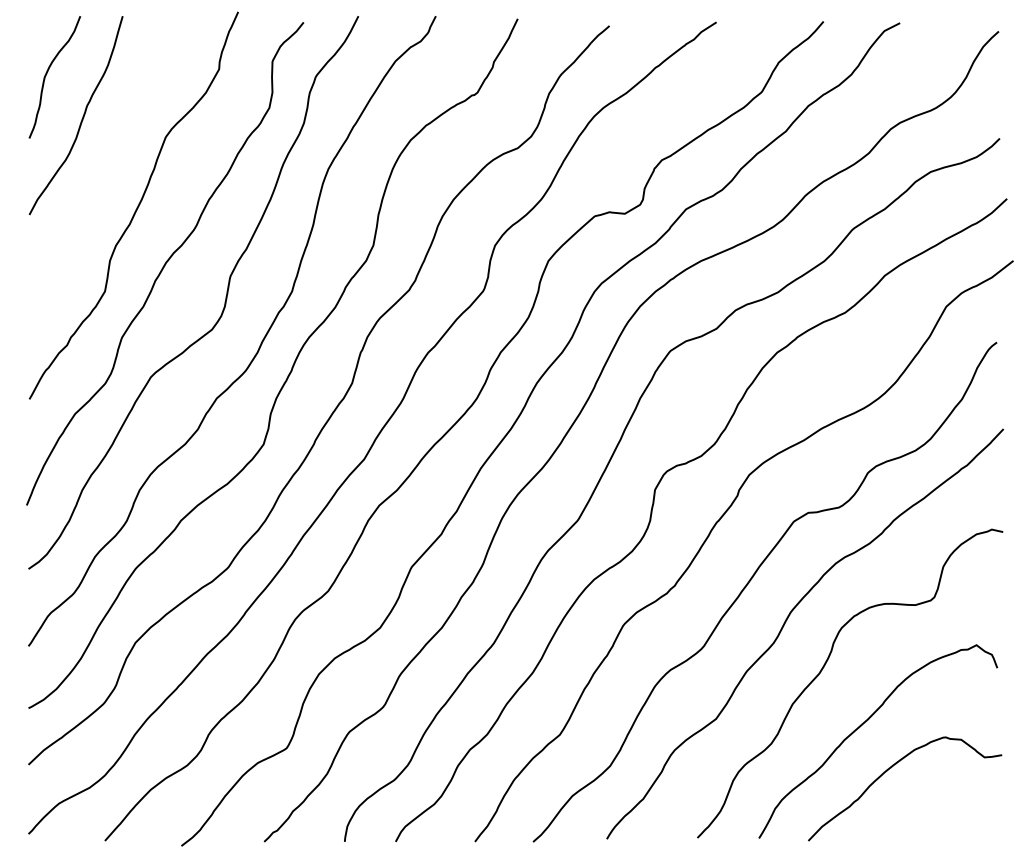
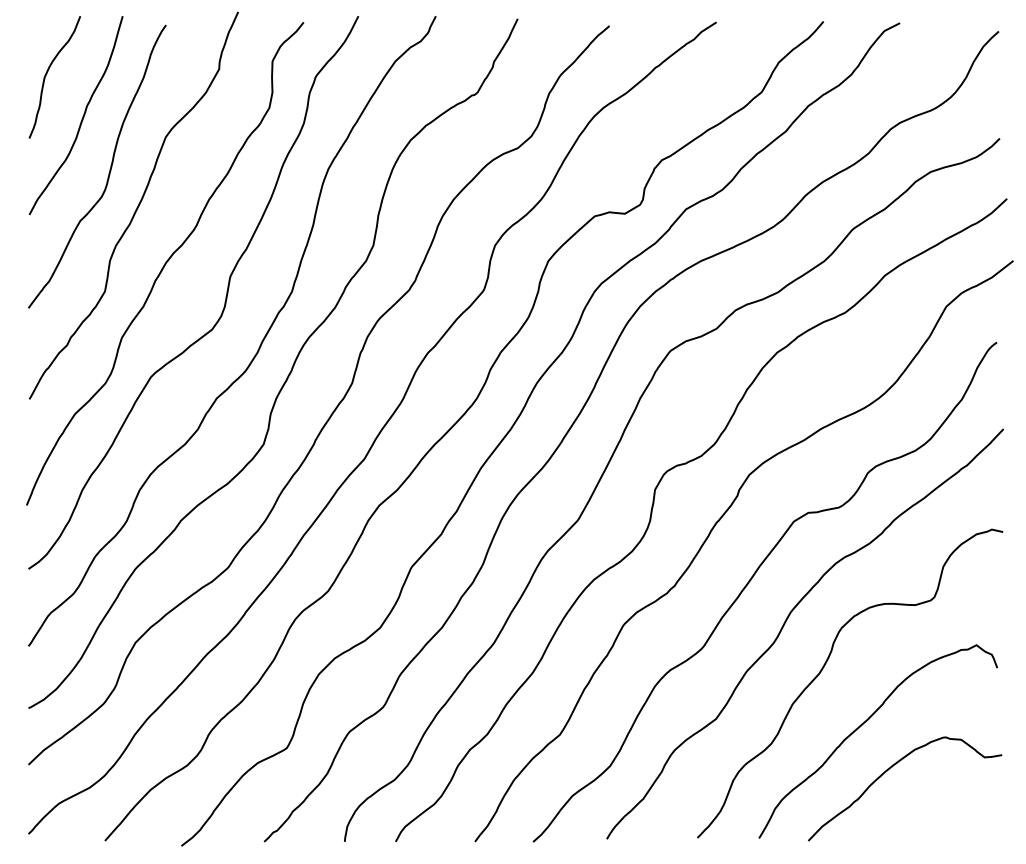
curve at (109, 169): none -> present
